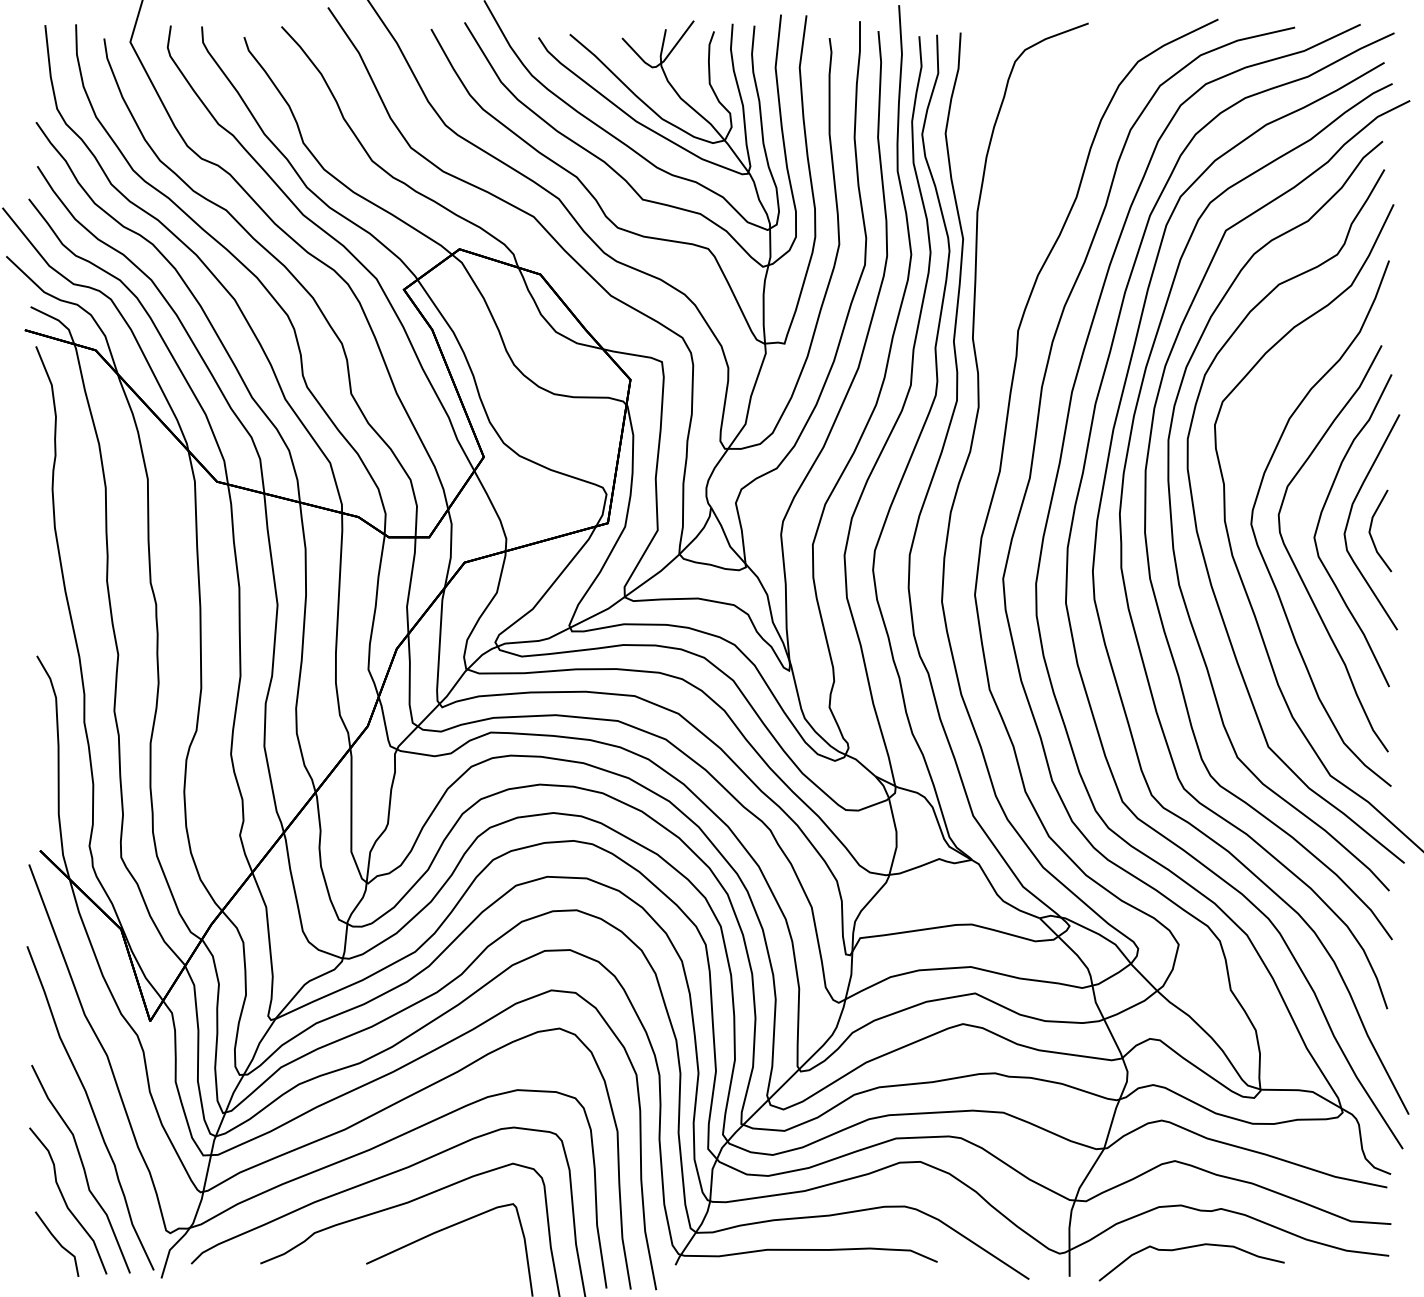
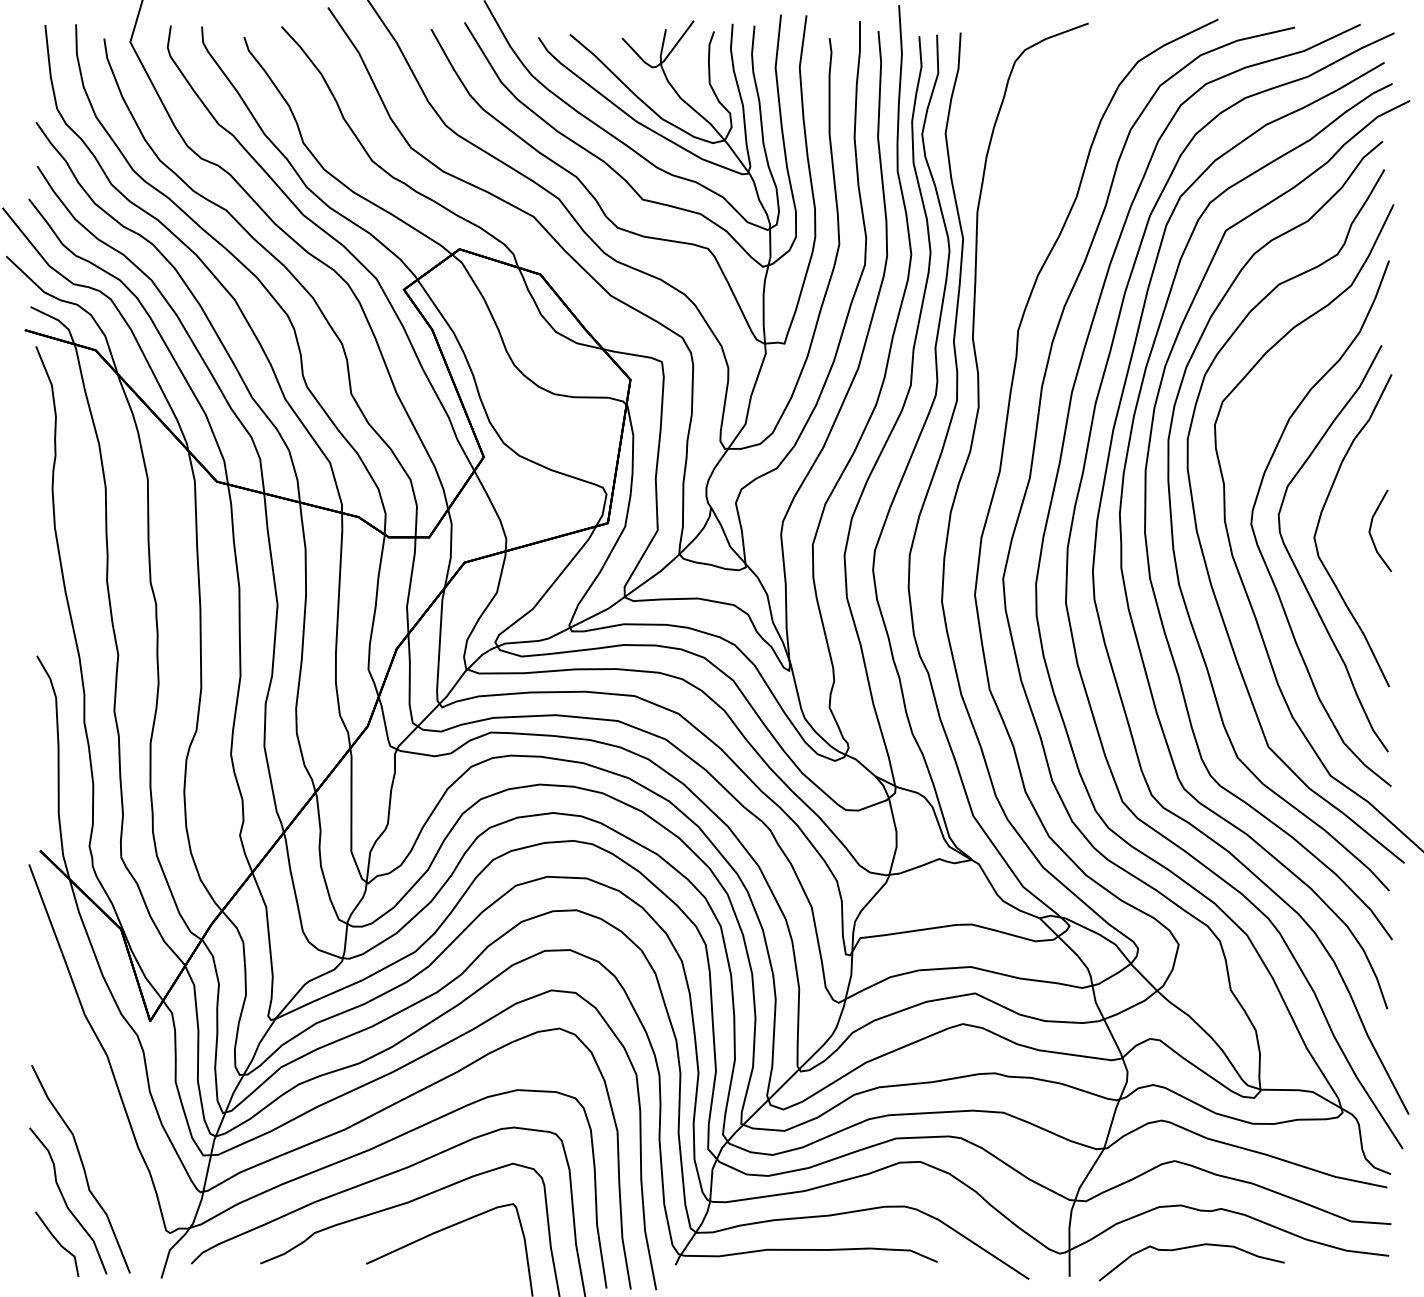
curve at (1350, 516): present -> none
curve at (90, 1107): present -> none
